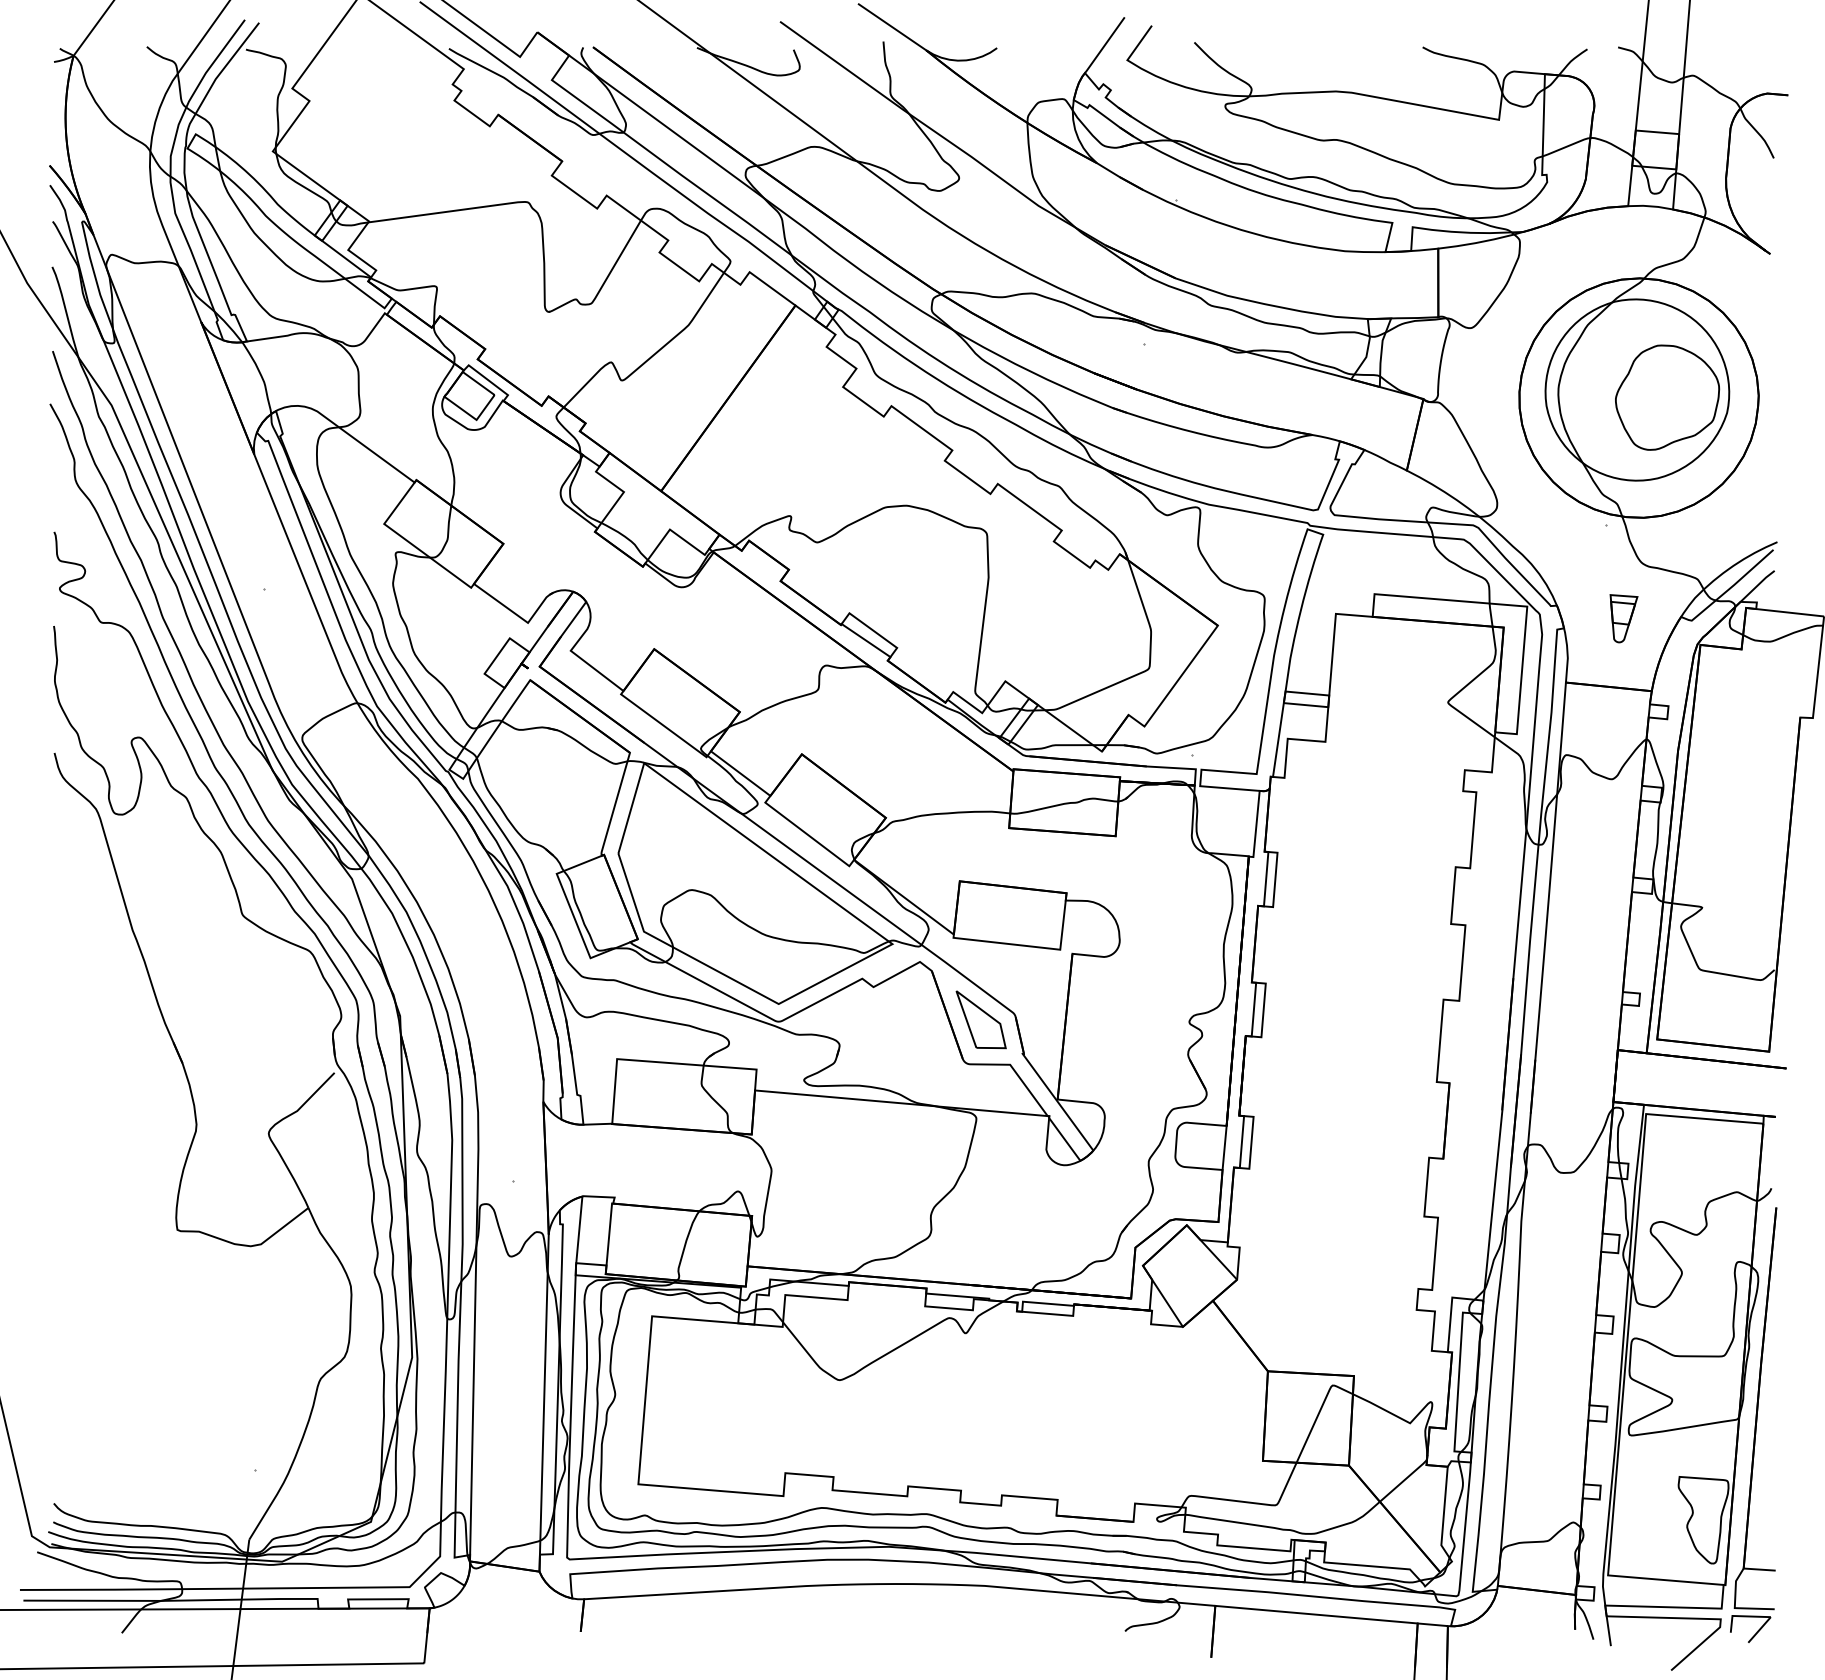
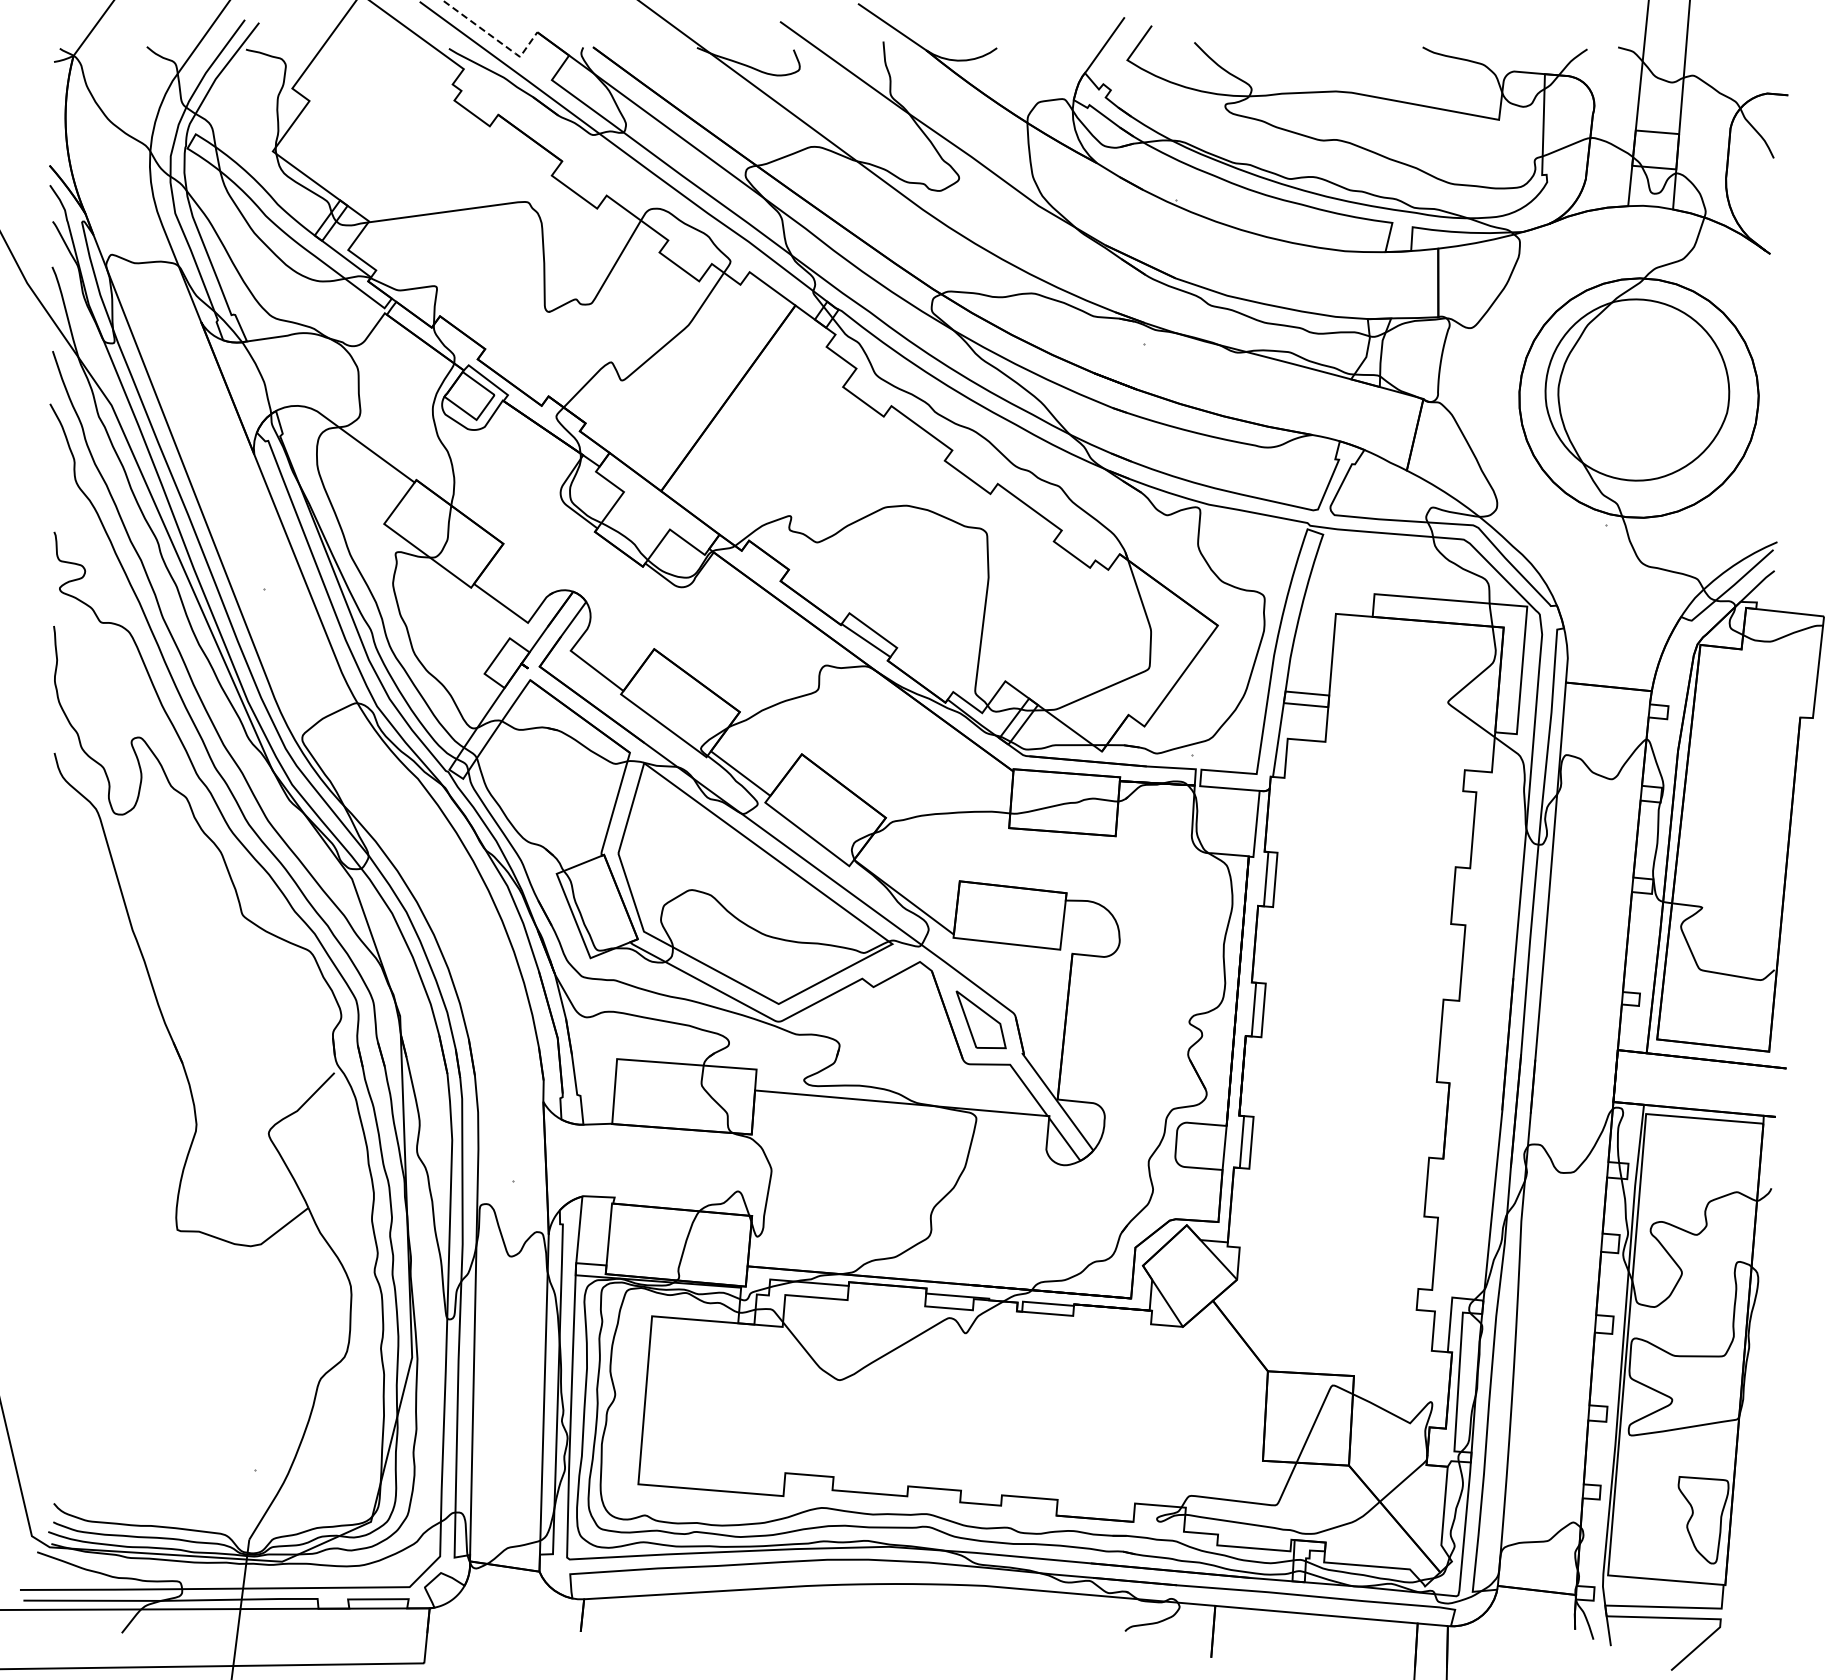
line at (495, 38): solid -> dashed
part at (1667, 397): present -> none
part at (1623, 618): present -> none
part at (1753, 1424): present -> none
